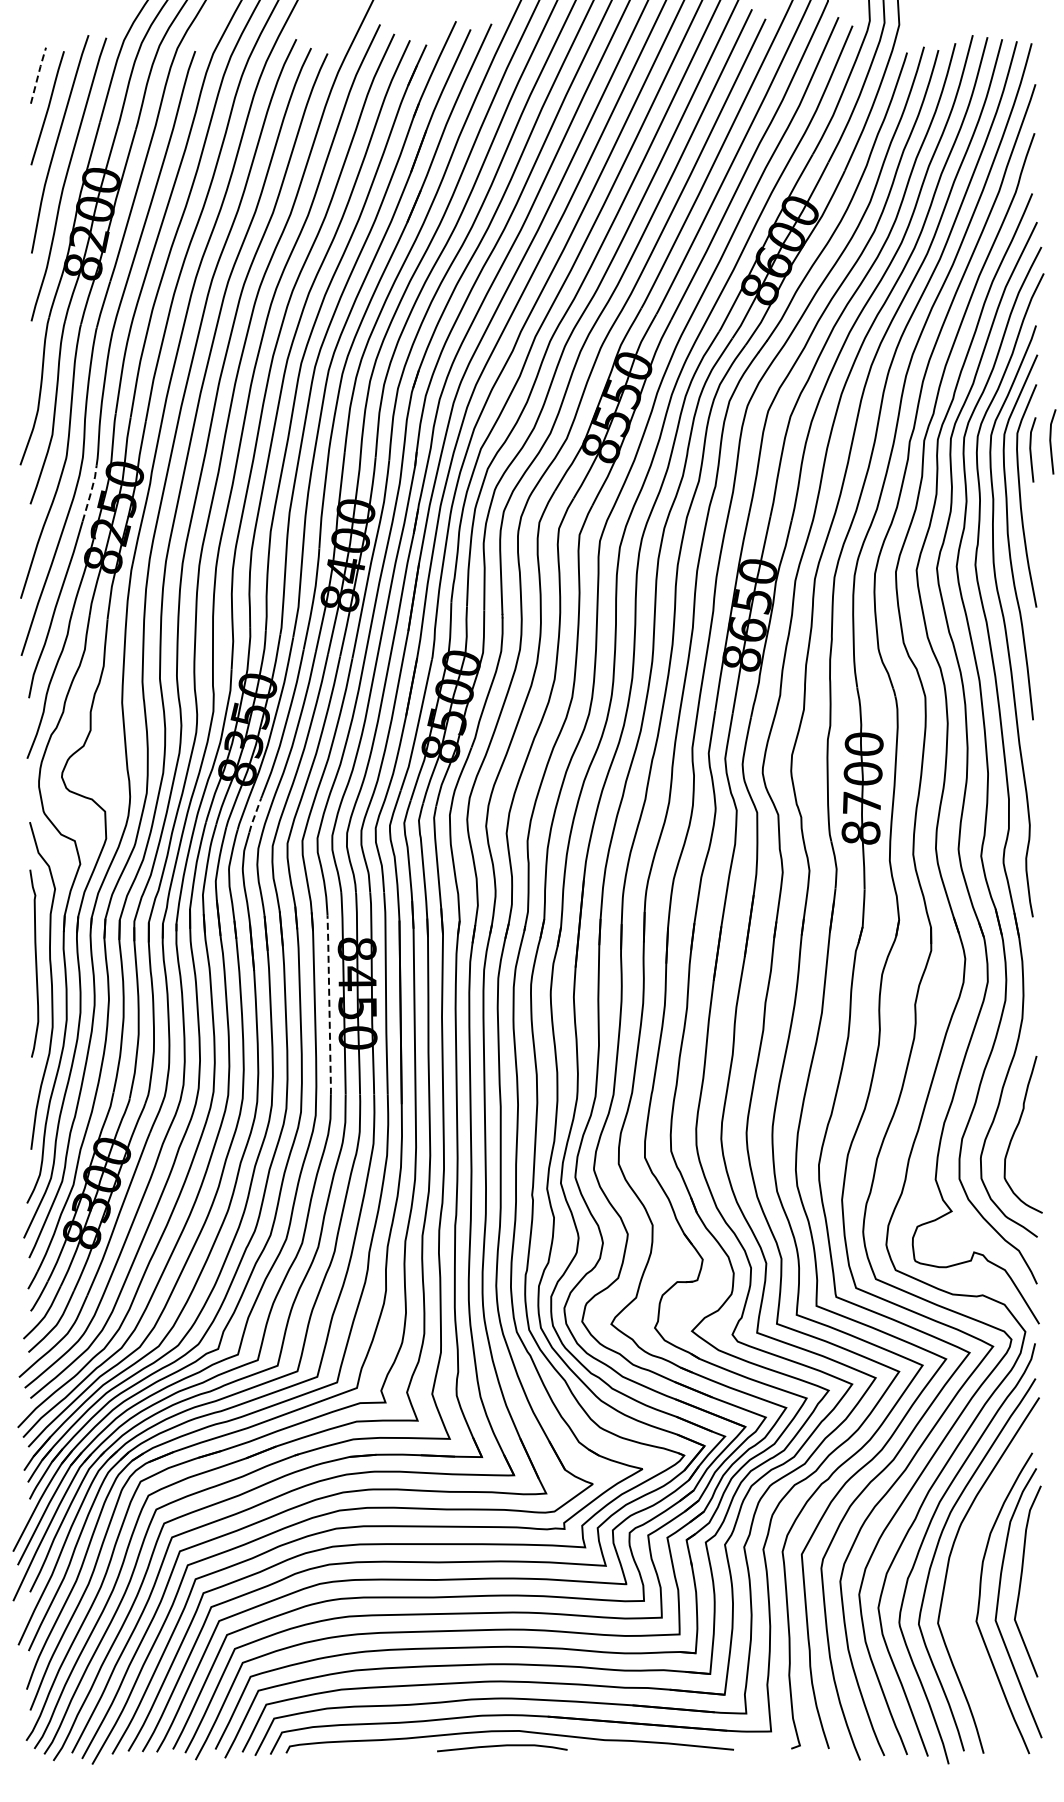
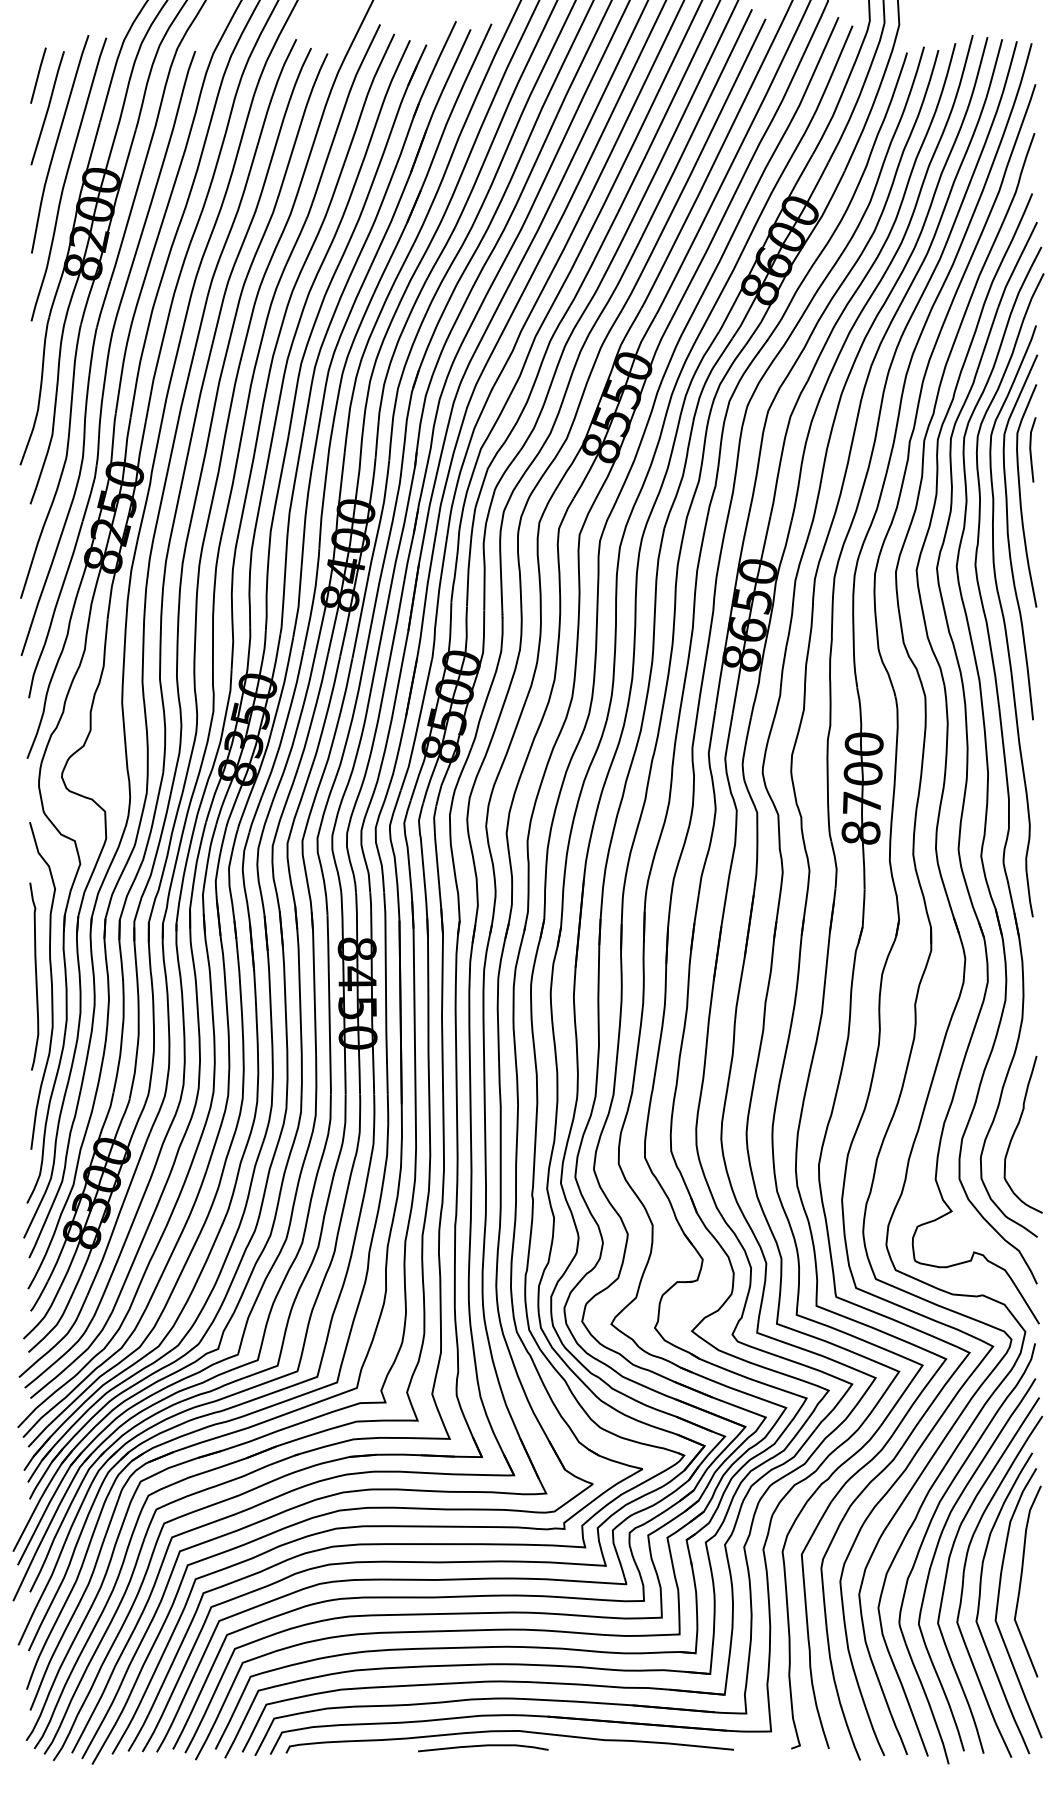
line at (38, 73): dashed -> solid
line at (1051, 441): present -> none
line at (90, 493): dashed -> solid
line at (255, 814): dashed -> solid
curve at (35, 963) position: (35, 963) -> (35, 976)
line at (329, 1004): dashed -> solid
curve at (964, 1579): none -> present
curve at (502, 1746) position: (502, 1746) -> (483, 1746)
